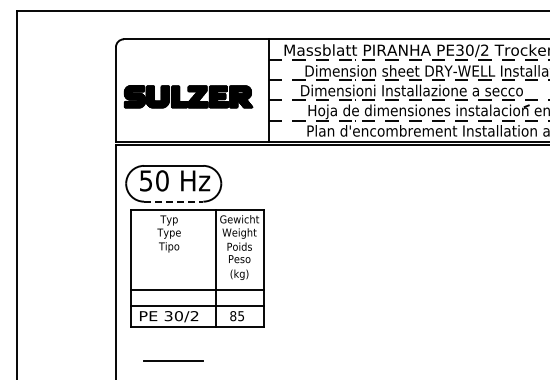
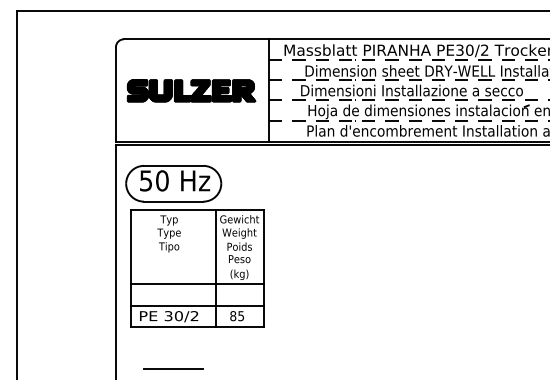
part at (188, 96) position: (188, 96) -> (191, 90)
line at (173, 201): dashed -> solid
line at (197, 290) position: (197, 290) -> (197, 284)
line at (173, 360) position: (173, 360) -> (173, 368)
